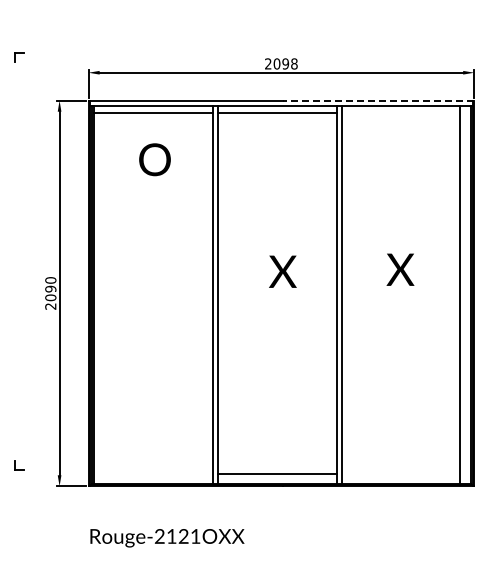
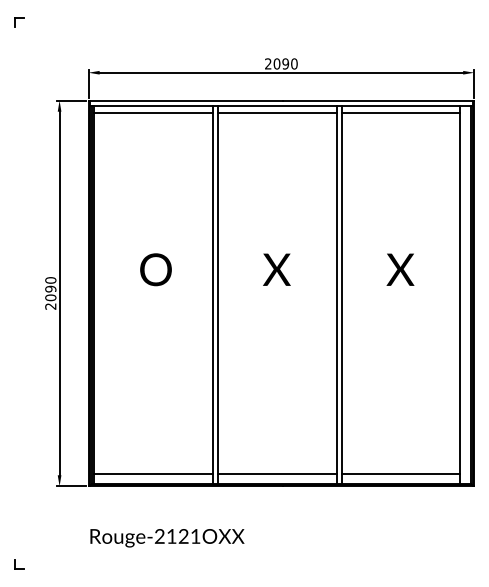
part at (19, 57) position: (19, 57) -> (19, 22)
text at (294, 63): 2098 -> 2090
line at (378, 100): dashed -> solid
line at (400, 113): none -> present
text at (154, 159) position: (154, 159) -> (155, 269)
text at (282, 271) position: (282, 271) -> (276, 269)
part at (19, 465) position: (19, 465) -> (19, 564)
line at (153, 474): none -> present
line at (400, 474): none -> present
